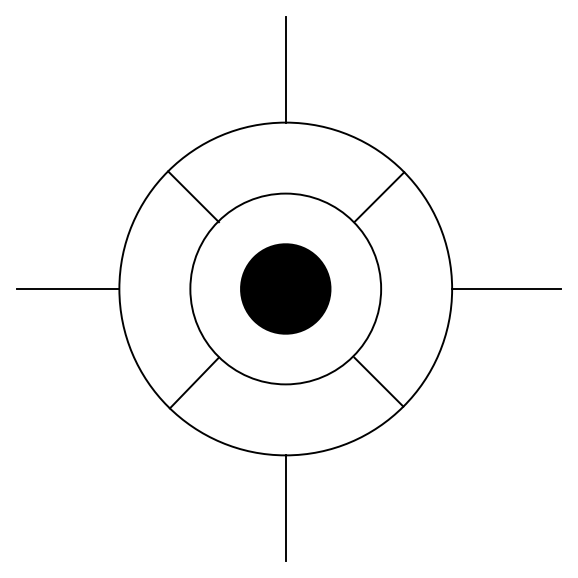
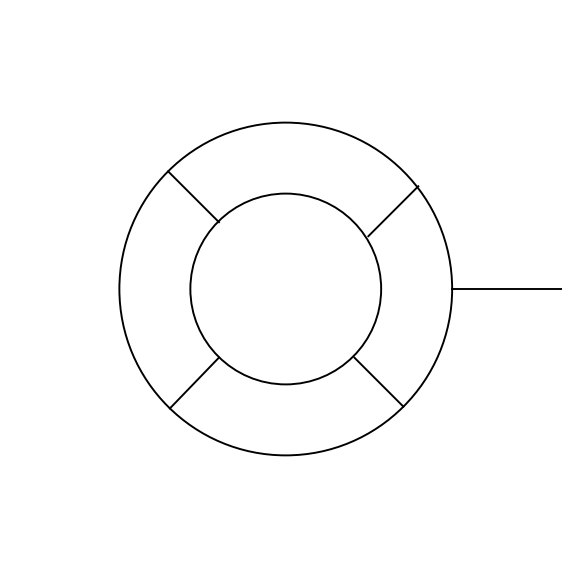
line at (285, 69): present -> none
line at (379, 197) position: (379, 197) -> (393, 211)
line at (68, 288): present -> none
fill at (285, 288): present -> none
line at (285, 507): present -> none
